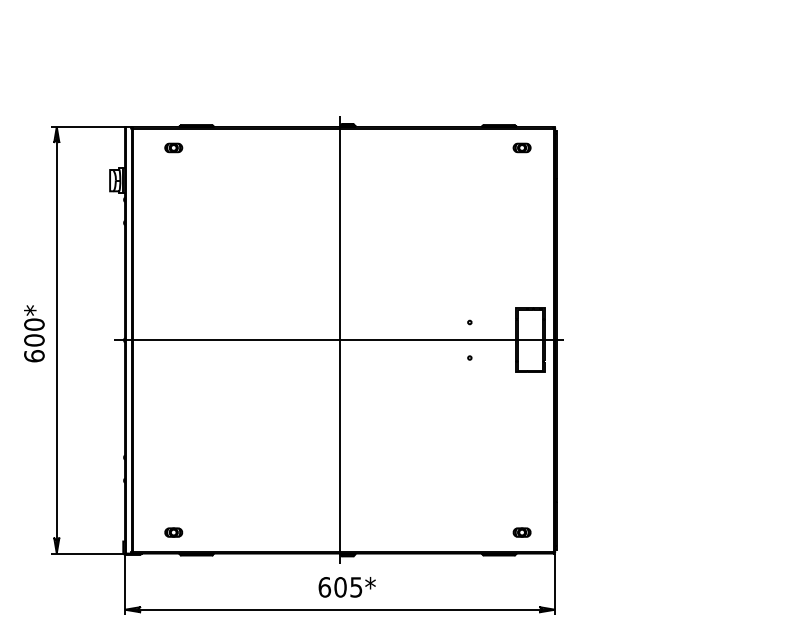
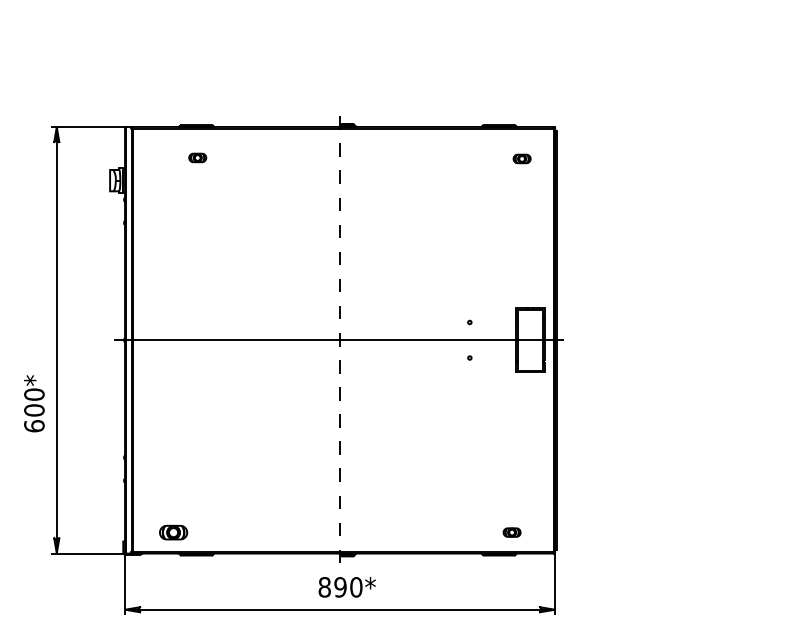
part at (173, 147) position: (173, 147) -> (197, 157)
part at (521, 147) position: (521, 147) -> (521, 158)
text at (34, 333) position: (34, 333) -> (34, 403)
line at (340, 340): solid -> dashed
part at (173, 532) size: 20x11 px -> 30x17 px
part at (521, 532) position: (521, 532) -> (511, 532)
text at (340, 587): 605* -> 890*
